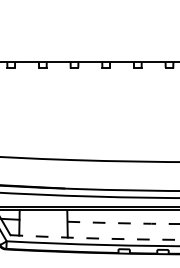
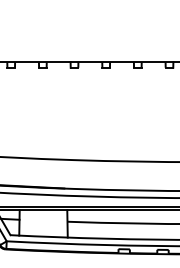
arc at (123, 223): dashed -> solid
arc at (96, 238): dashed -> solid
